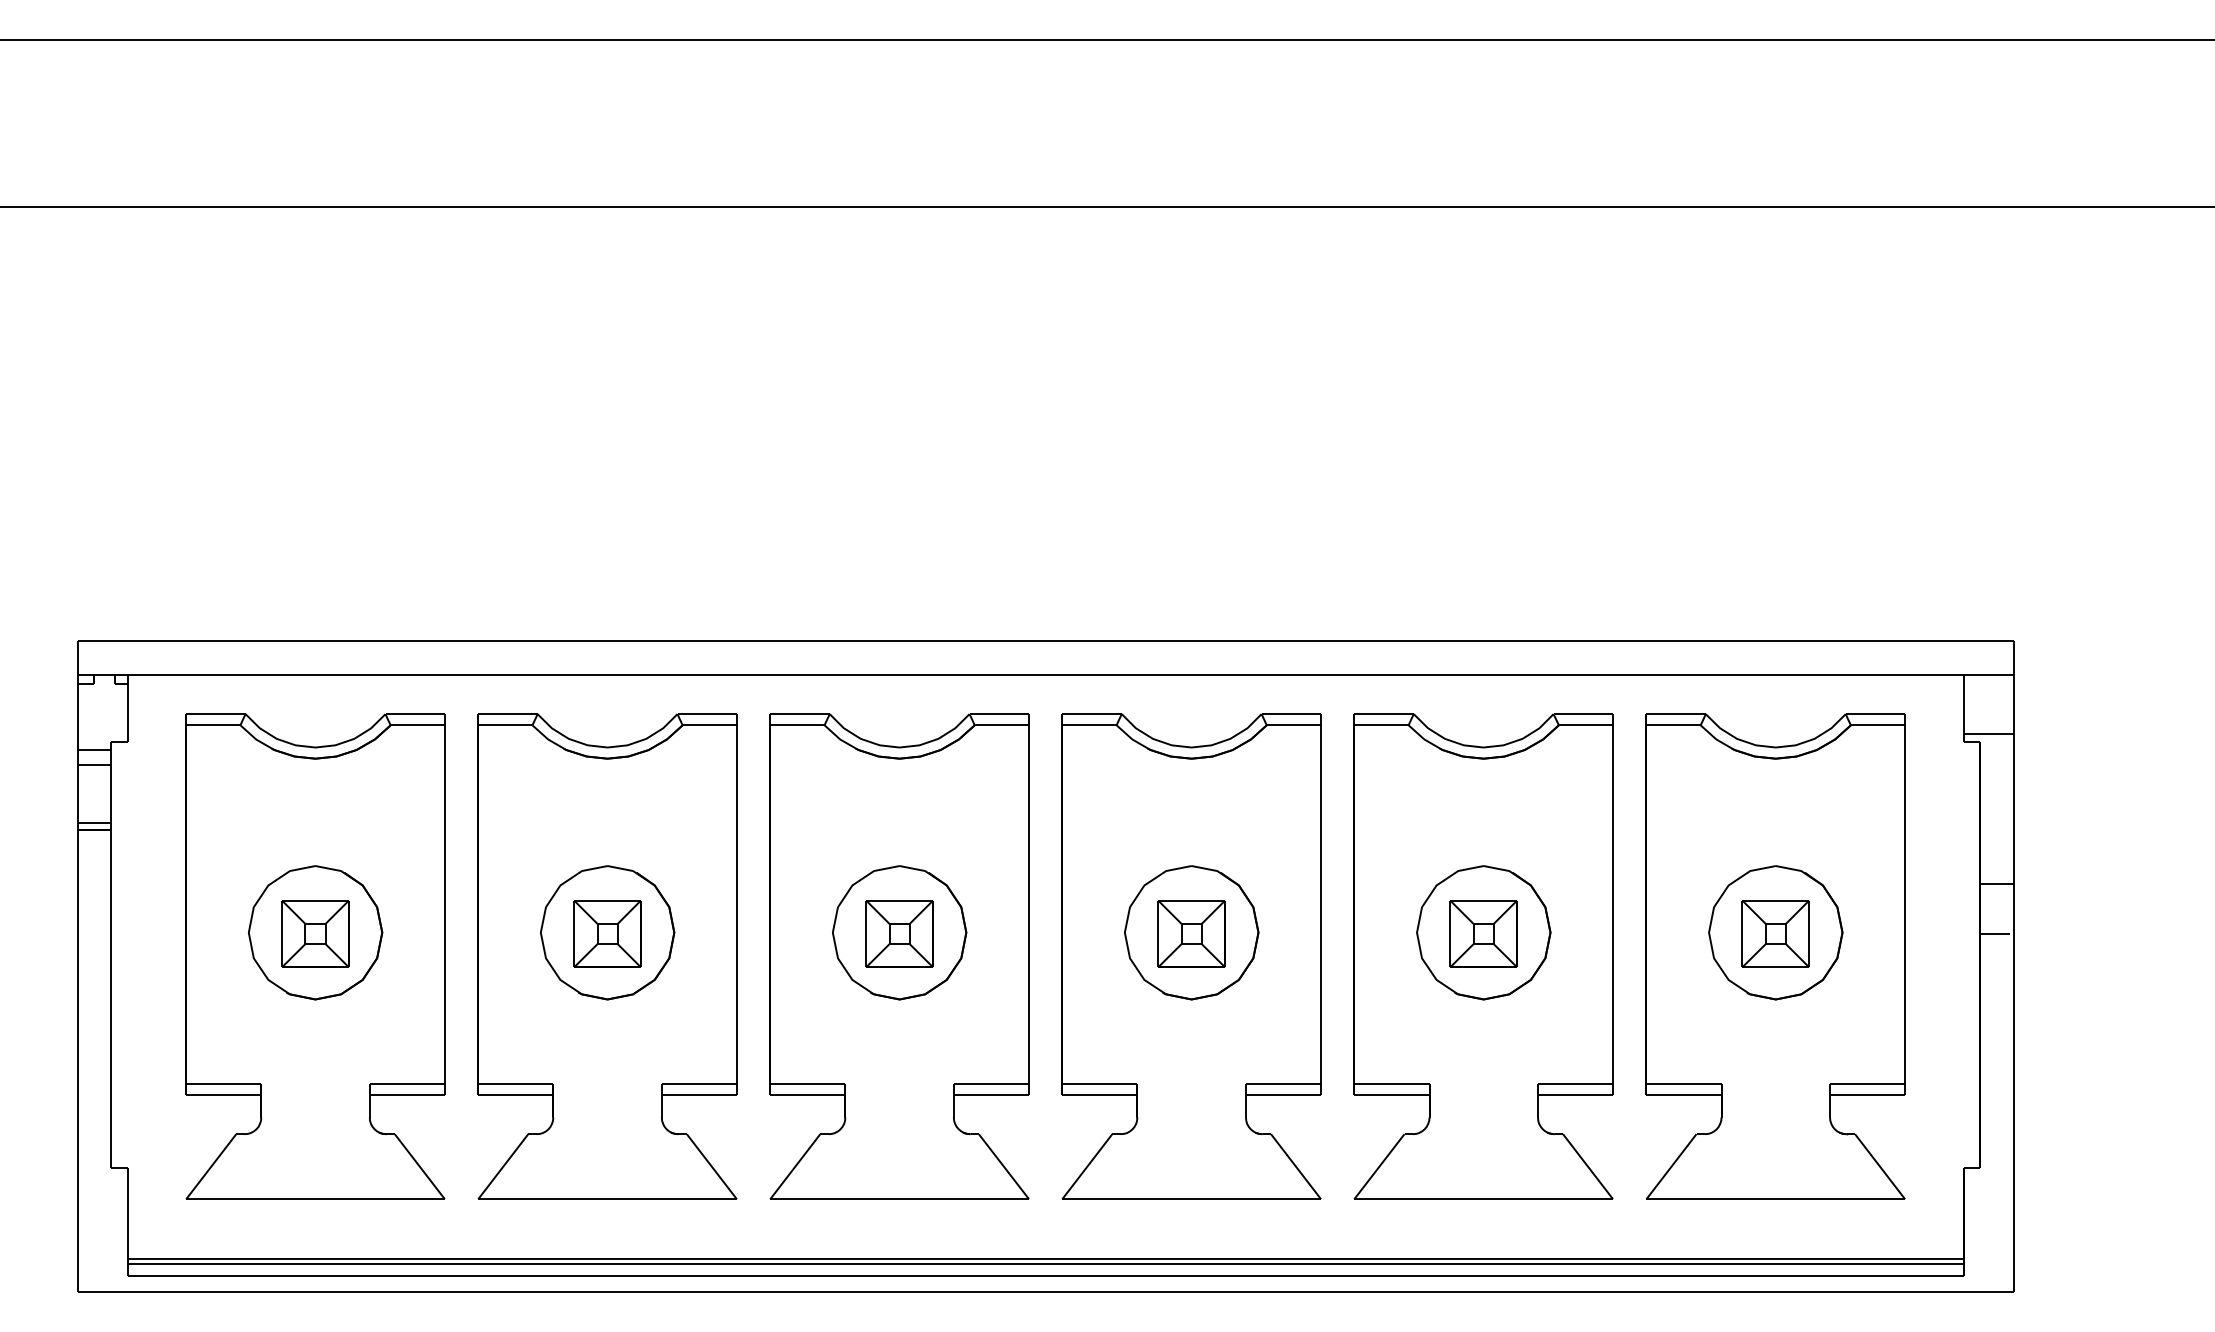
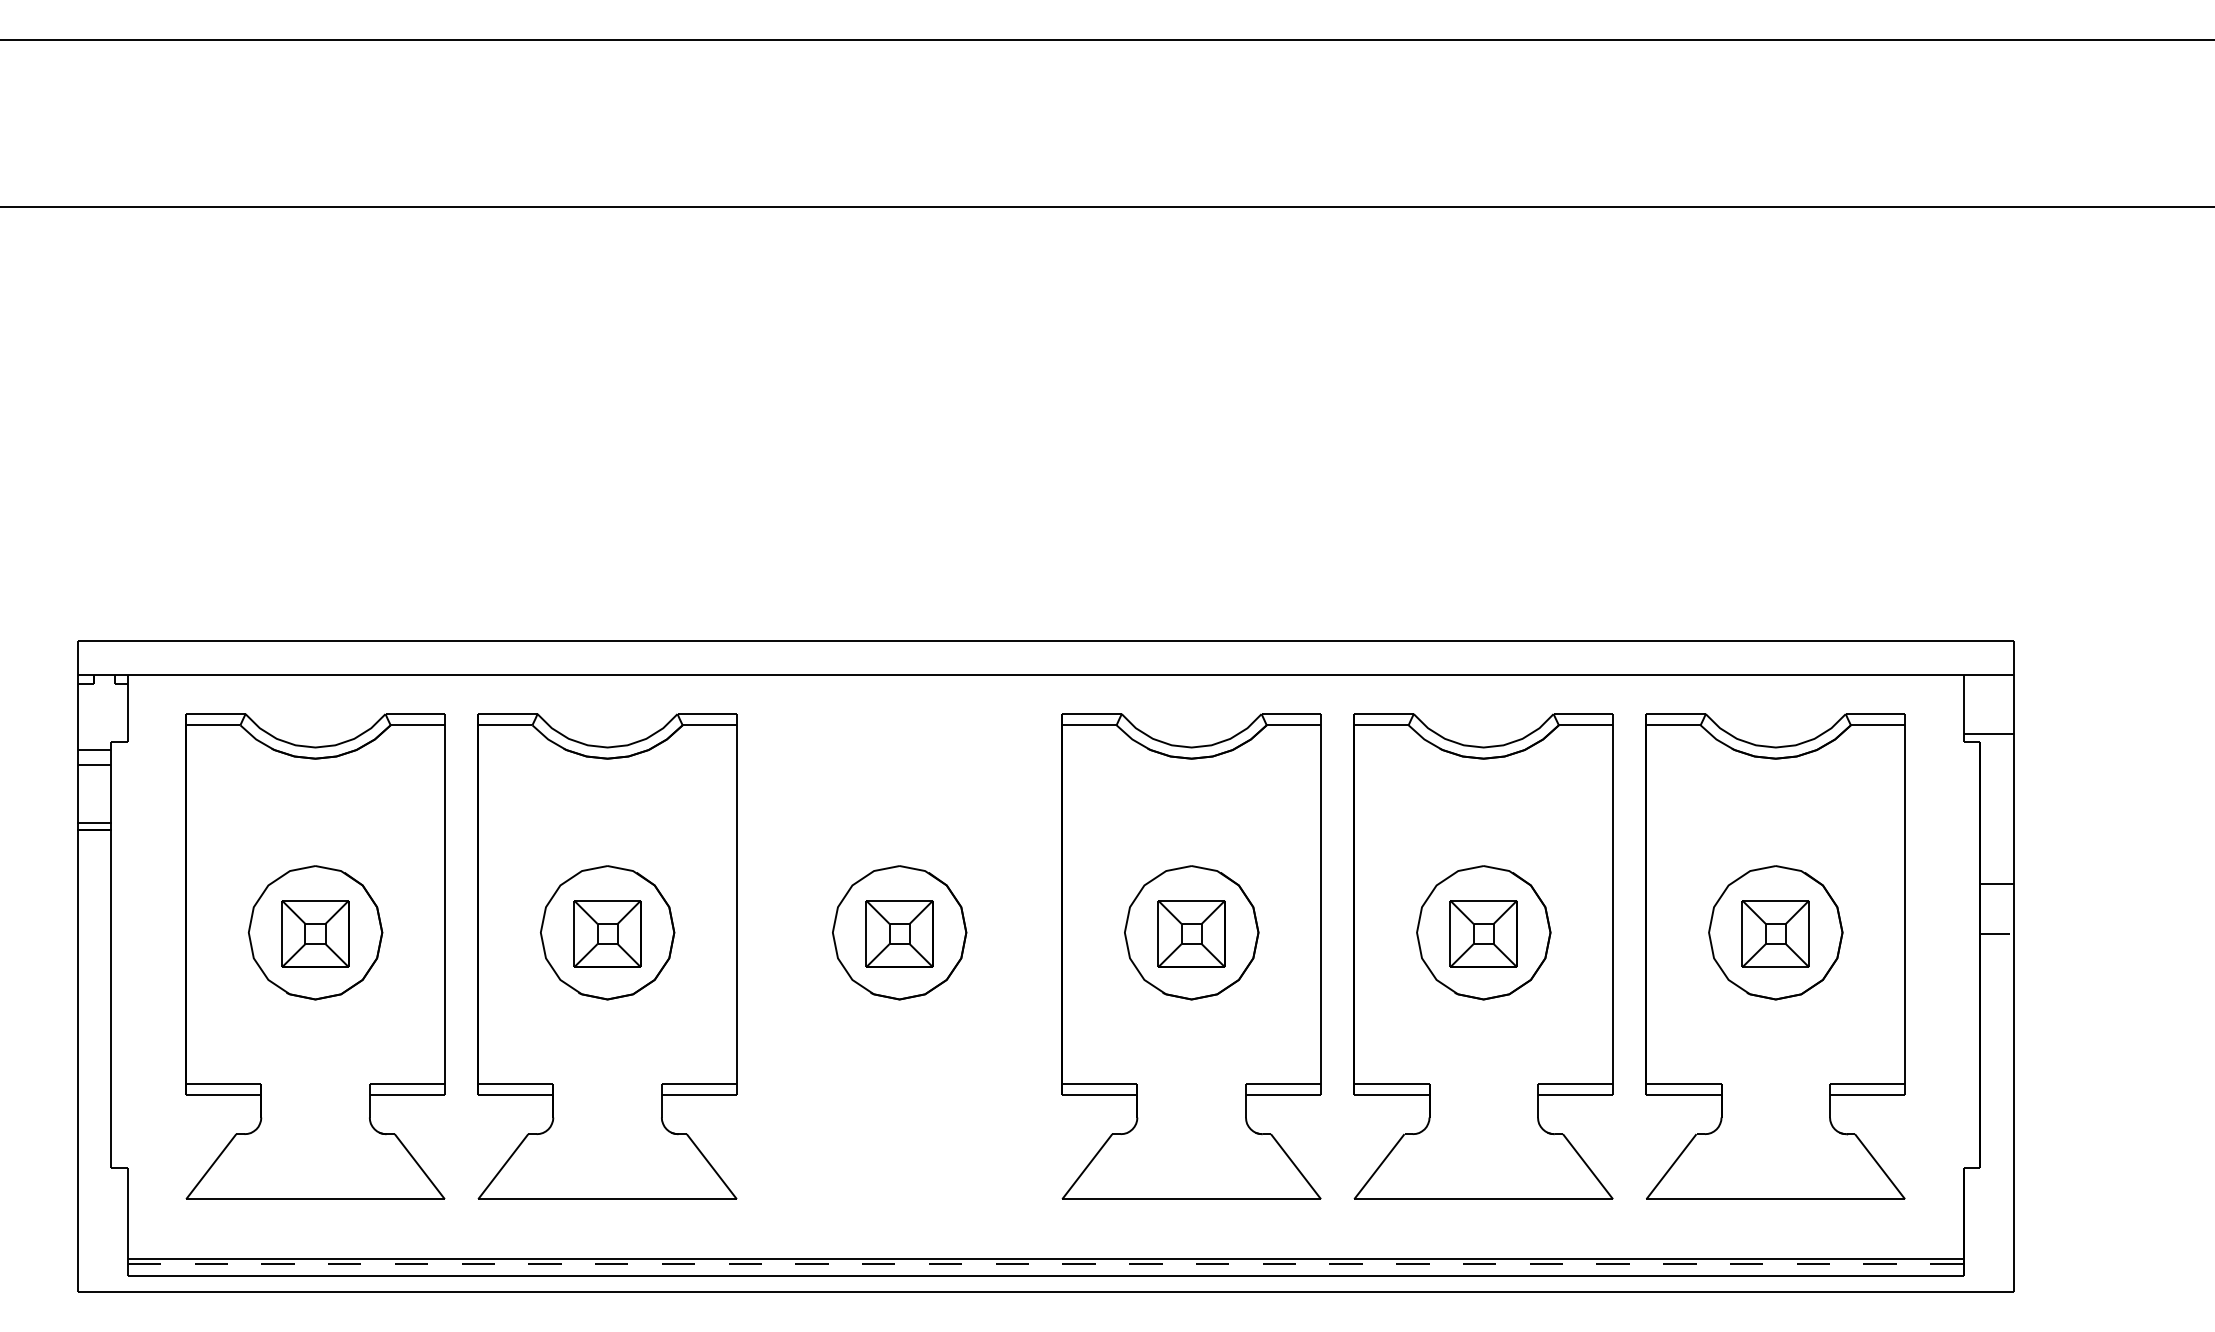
part at (899, 956): present -> none
line at (1045, 1263): solid -> dashed
